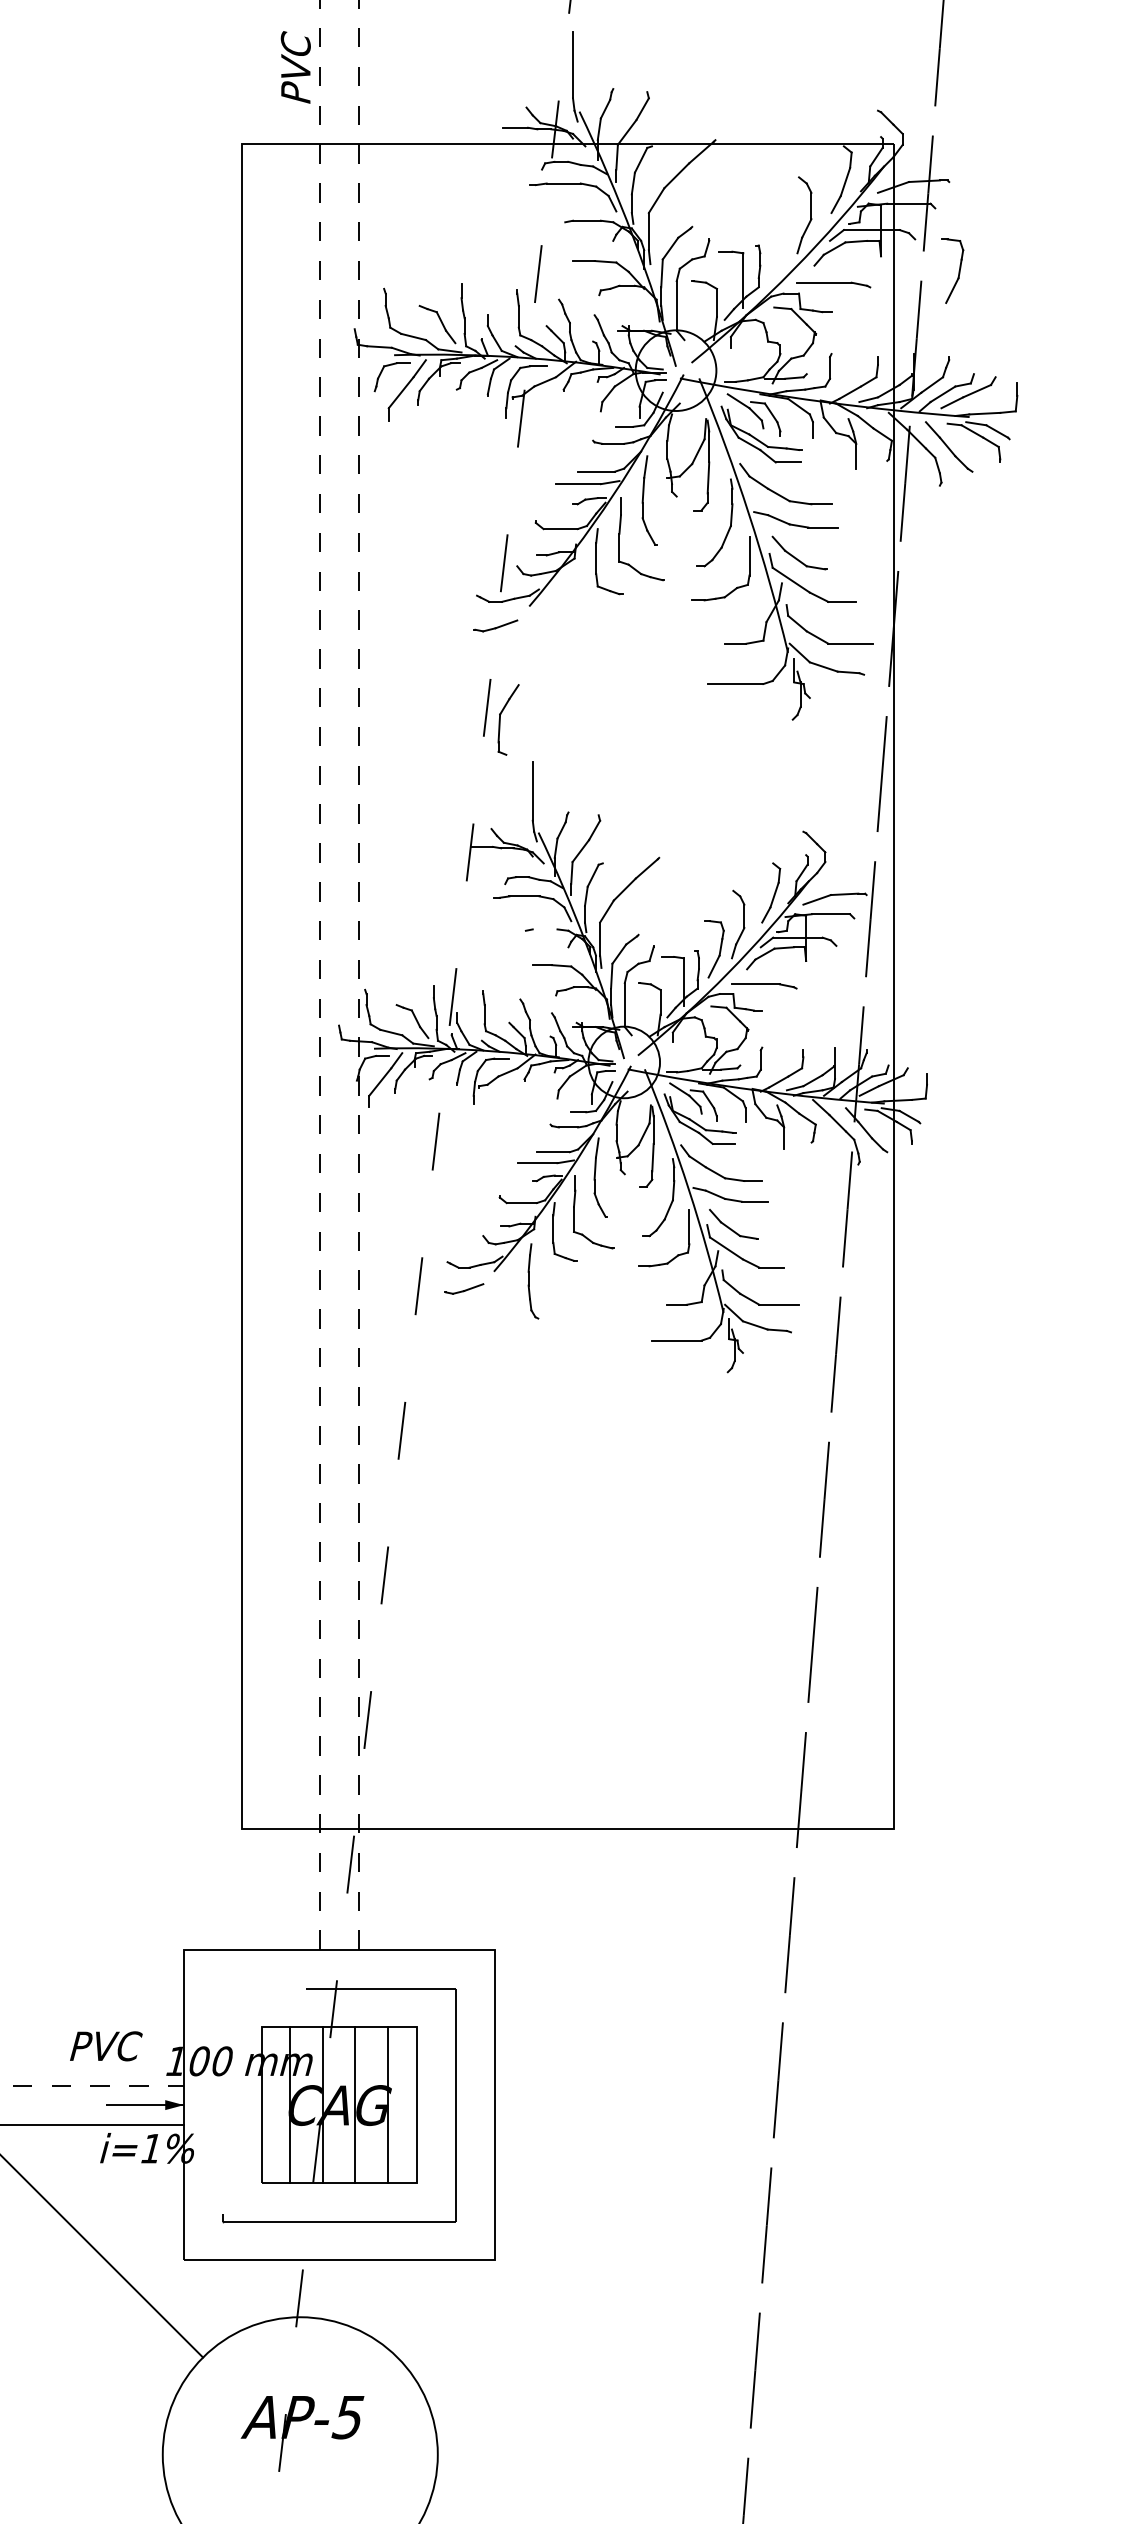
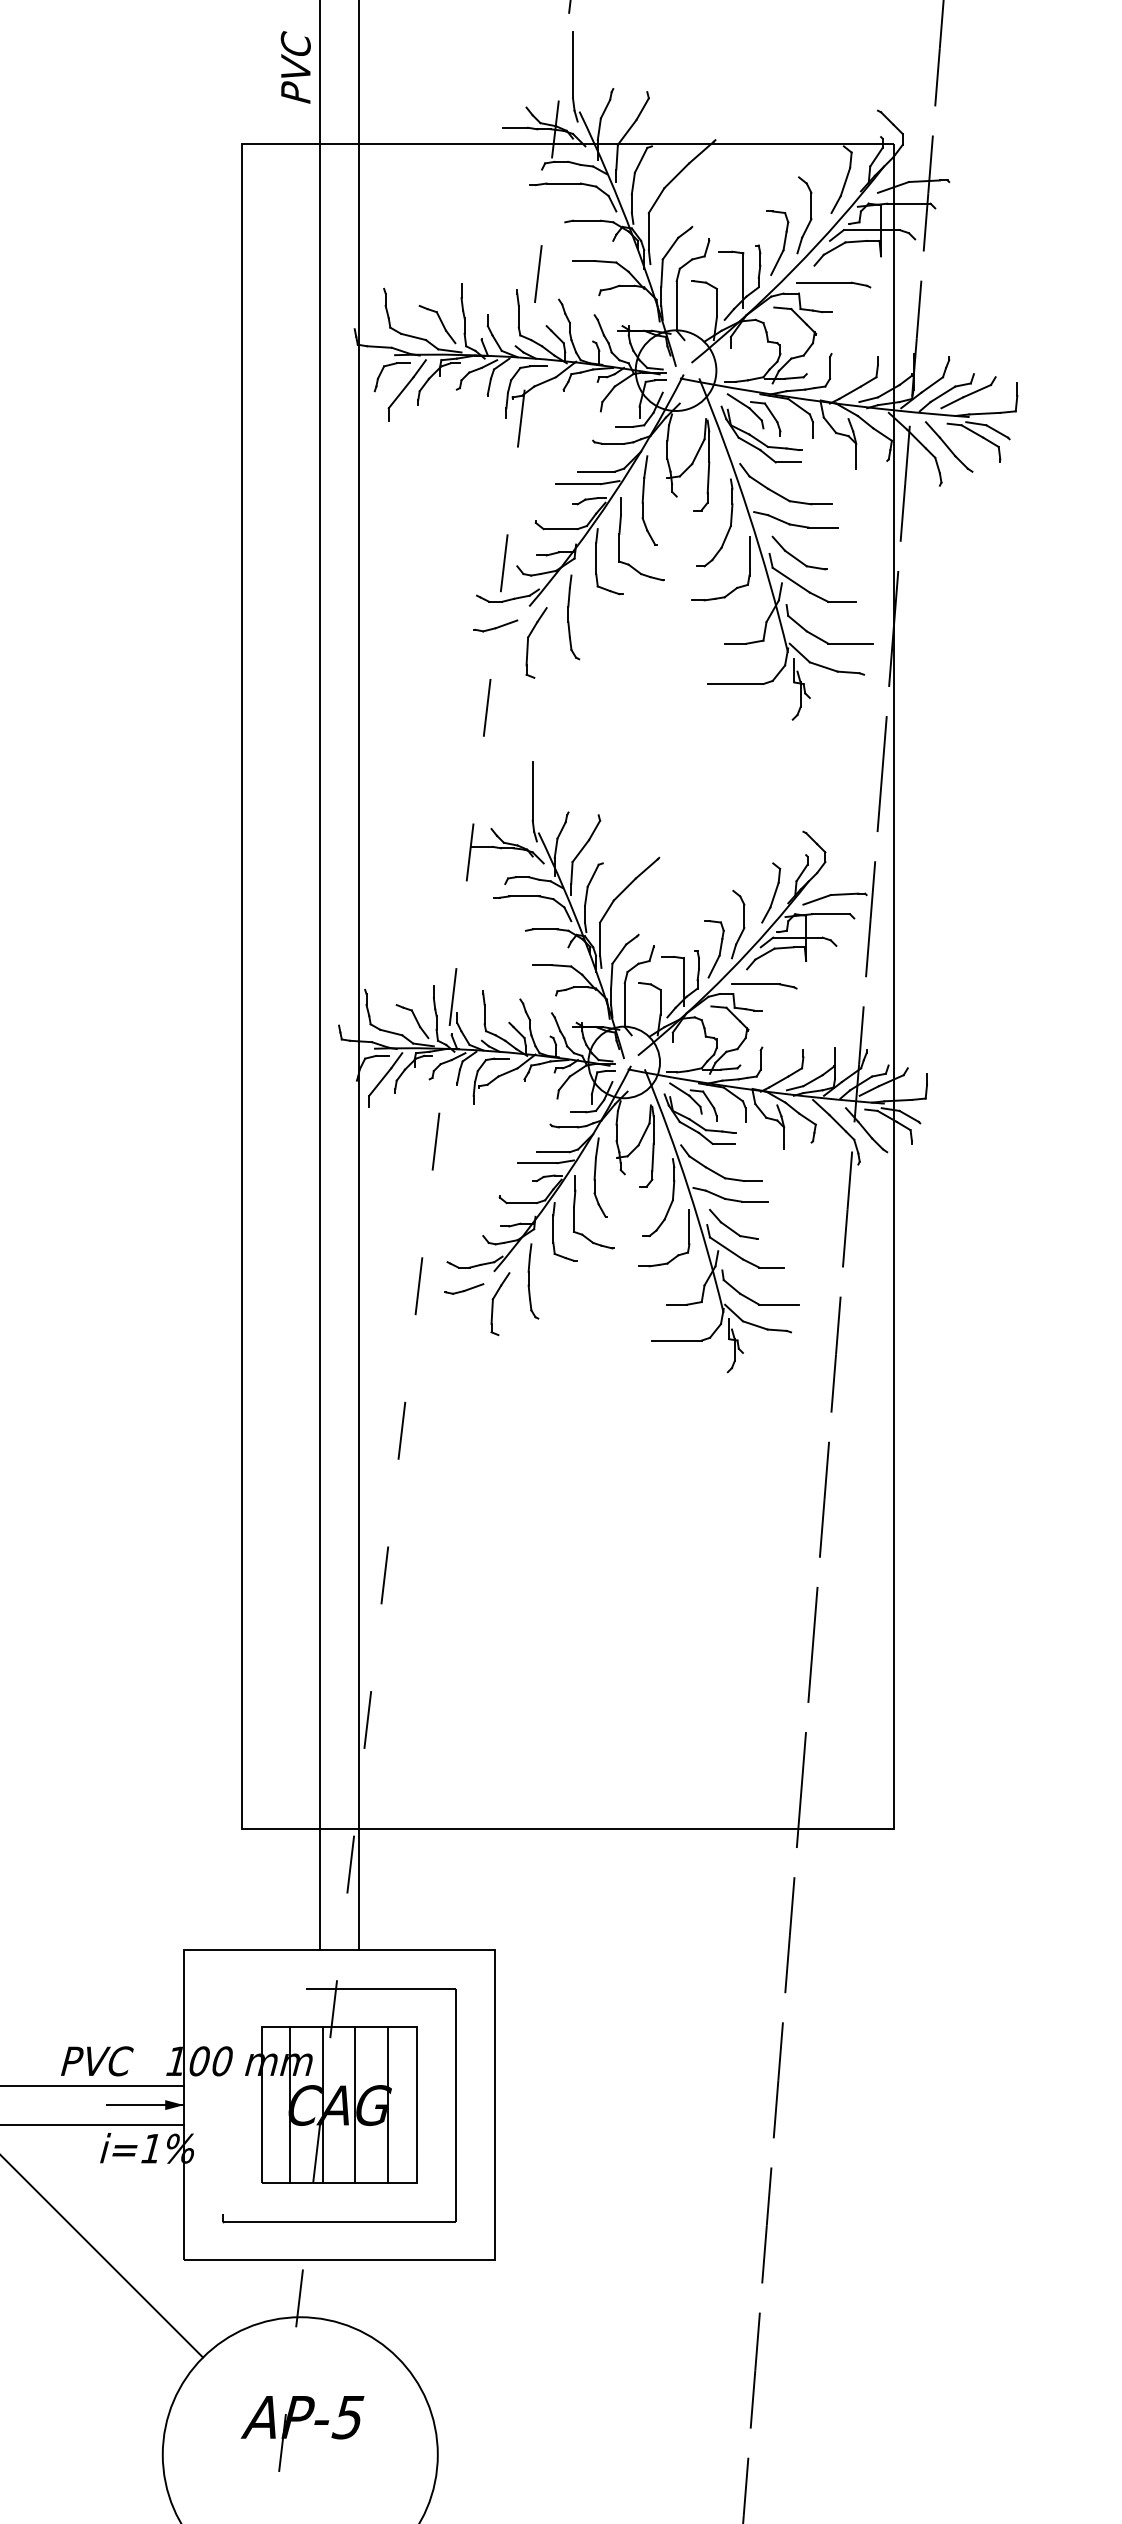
part at (952, 270) position: (952, 270) -> (777, 242)
part at (573, 617): none -> present
part at (500, 719) position: (500, 719) -> (528, 642)
line at (544, 929): none -> present
line at (320, 975): dashed -> solid
line at (359, 975): dashed -> solid
part at (493, 1304): none -> present
text at (106, 2046) position: (106, 2046) -> (97, 2061)
line at (92, 2085): dashed -> solid
